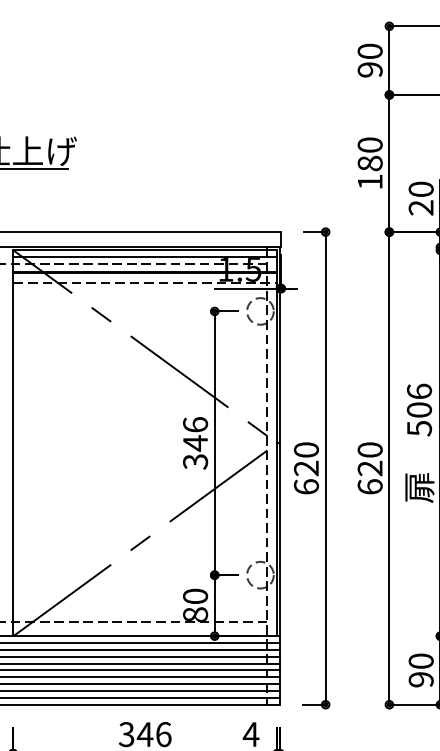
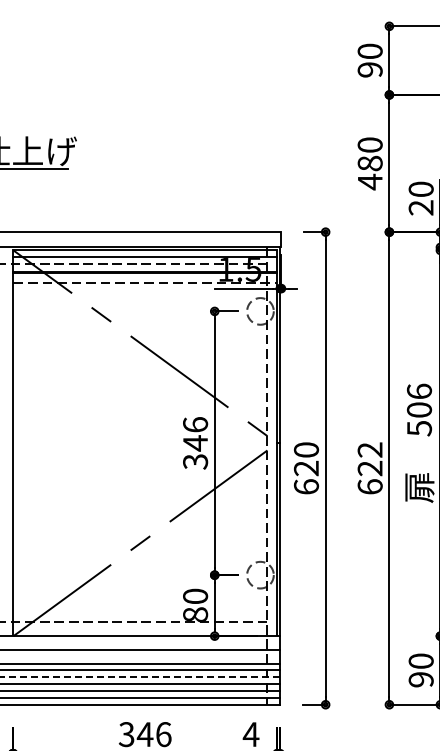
text at (370, 181): 180 -> 480
text at (369, 449): 620 -> 622
line at (141, 643): present -> none
line at (141, 656): present -> none
line at (140, 677): solid -> dashed
